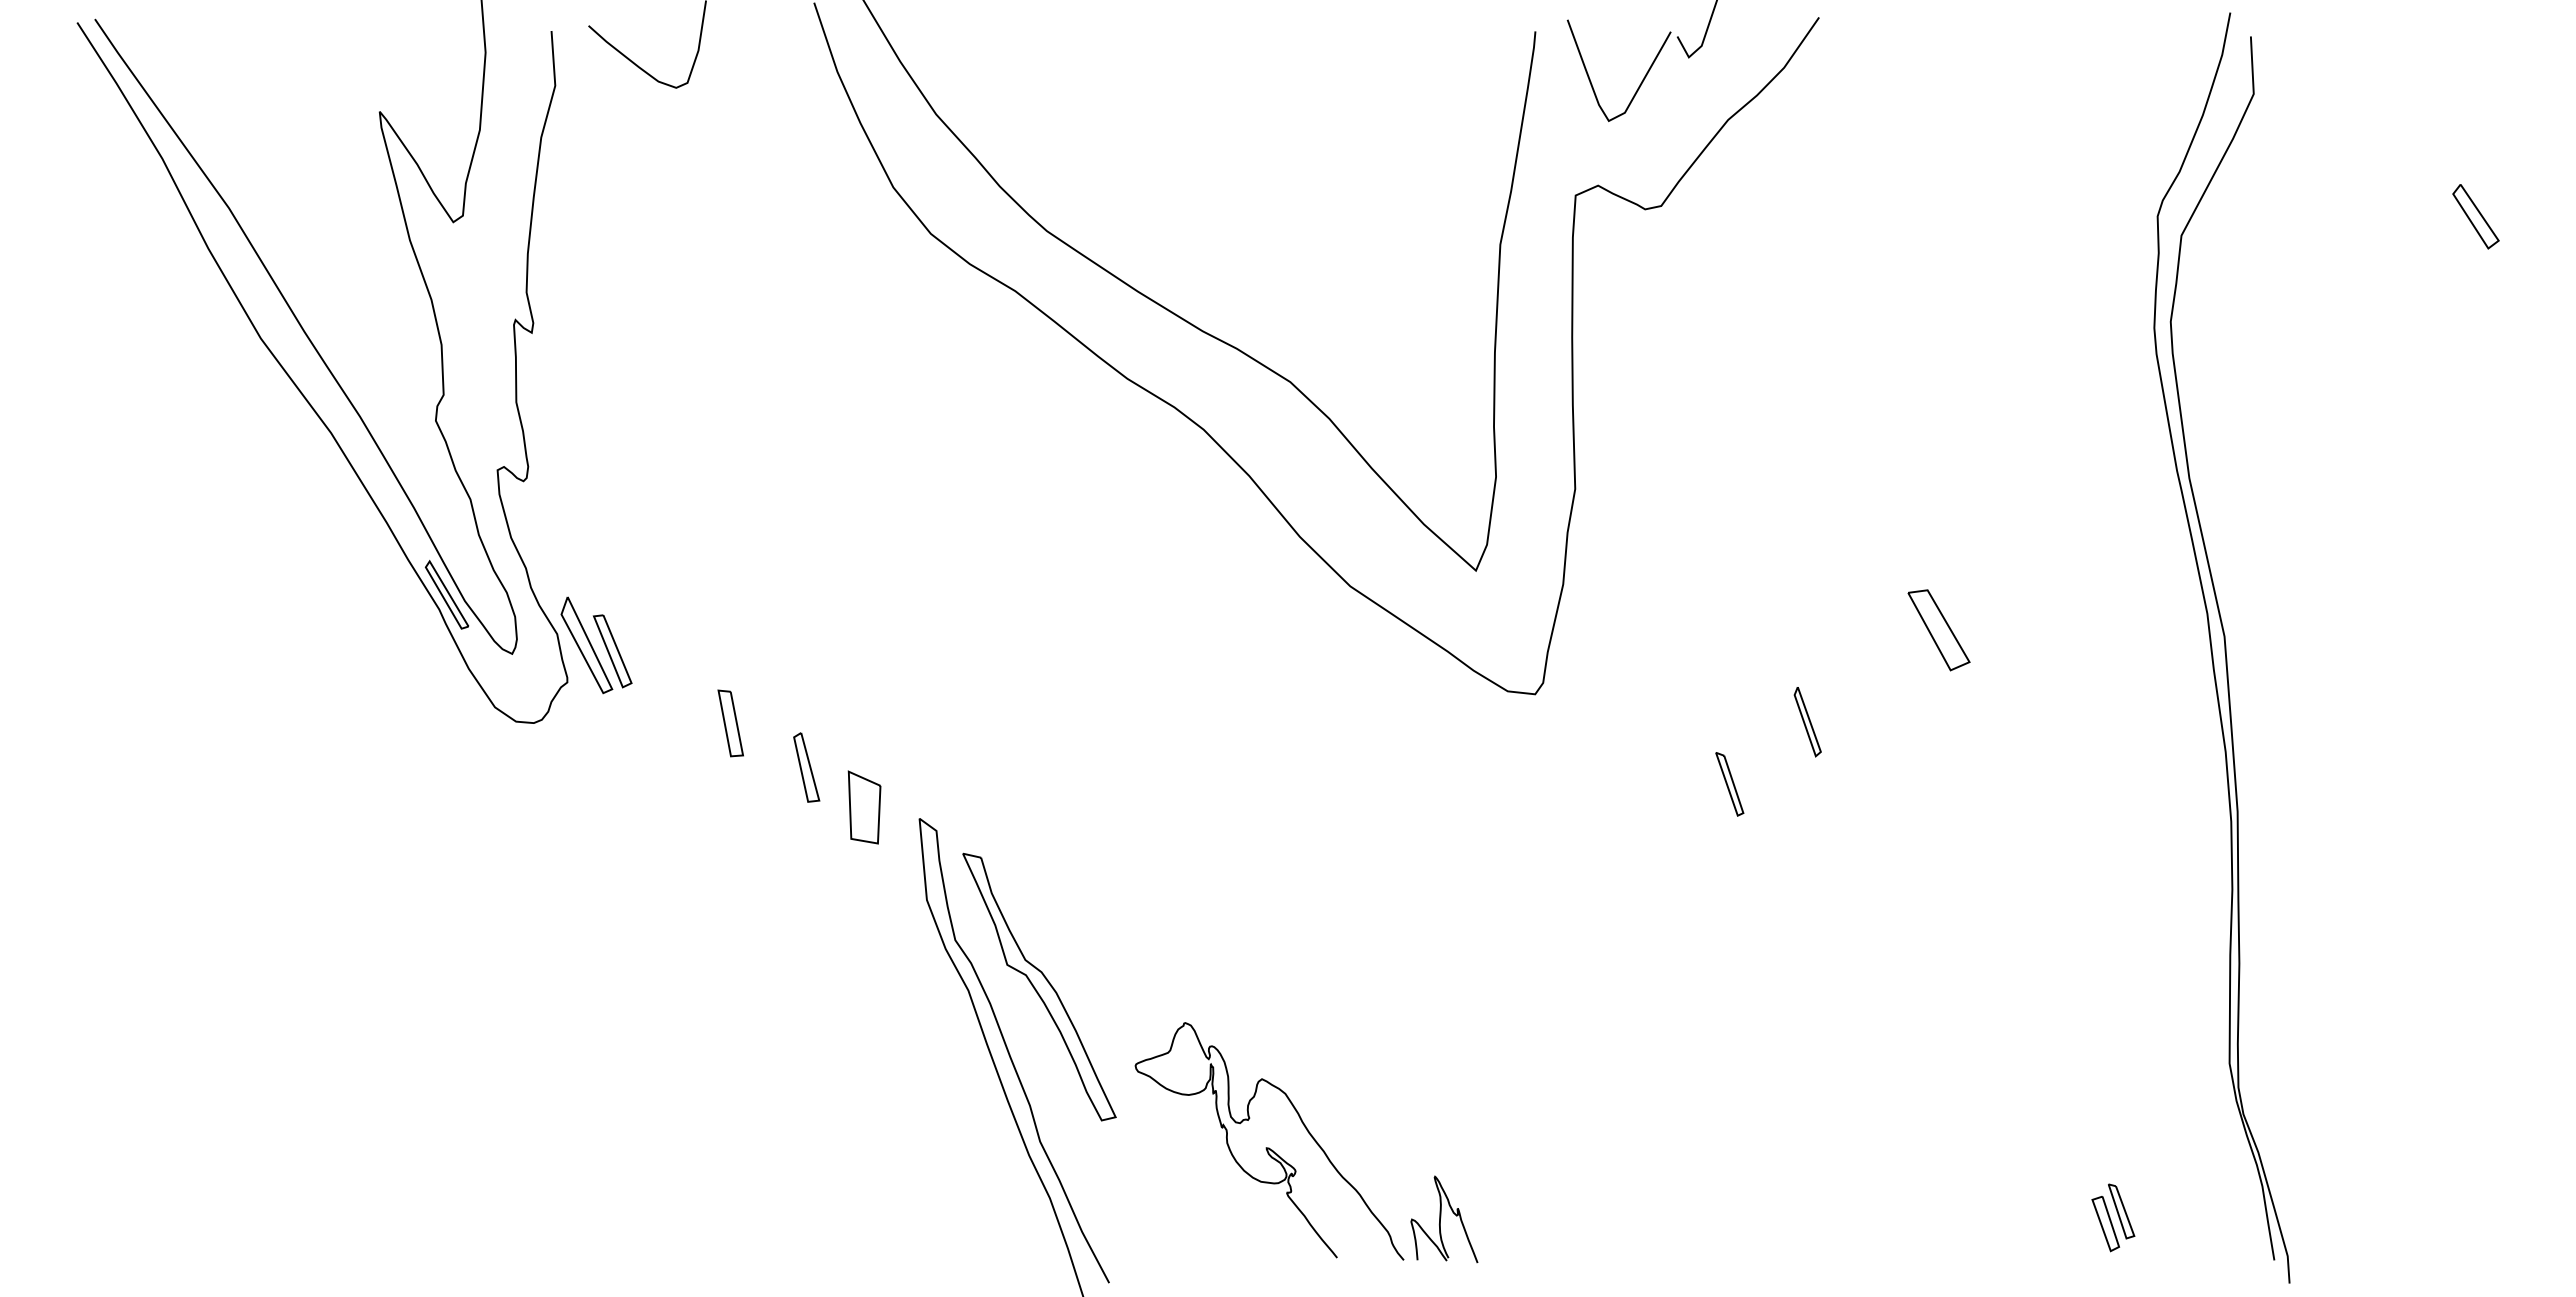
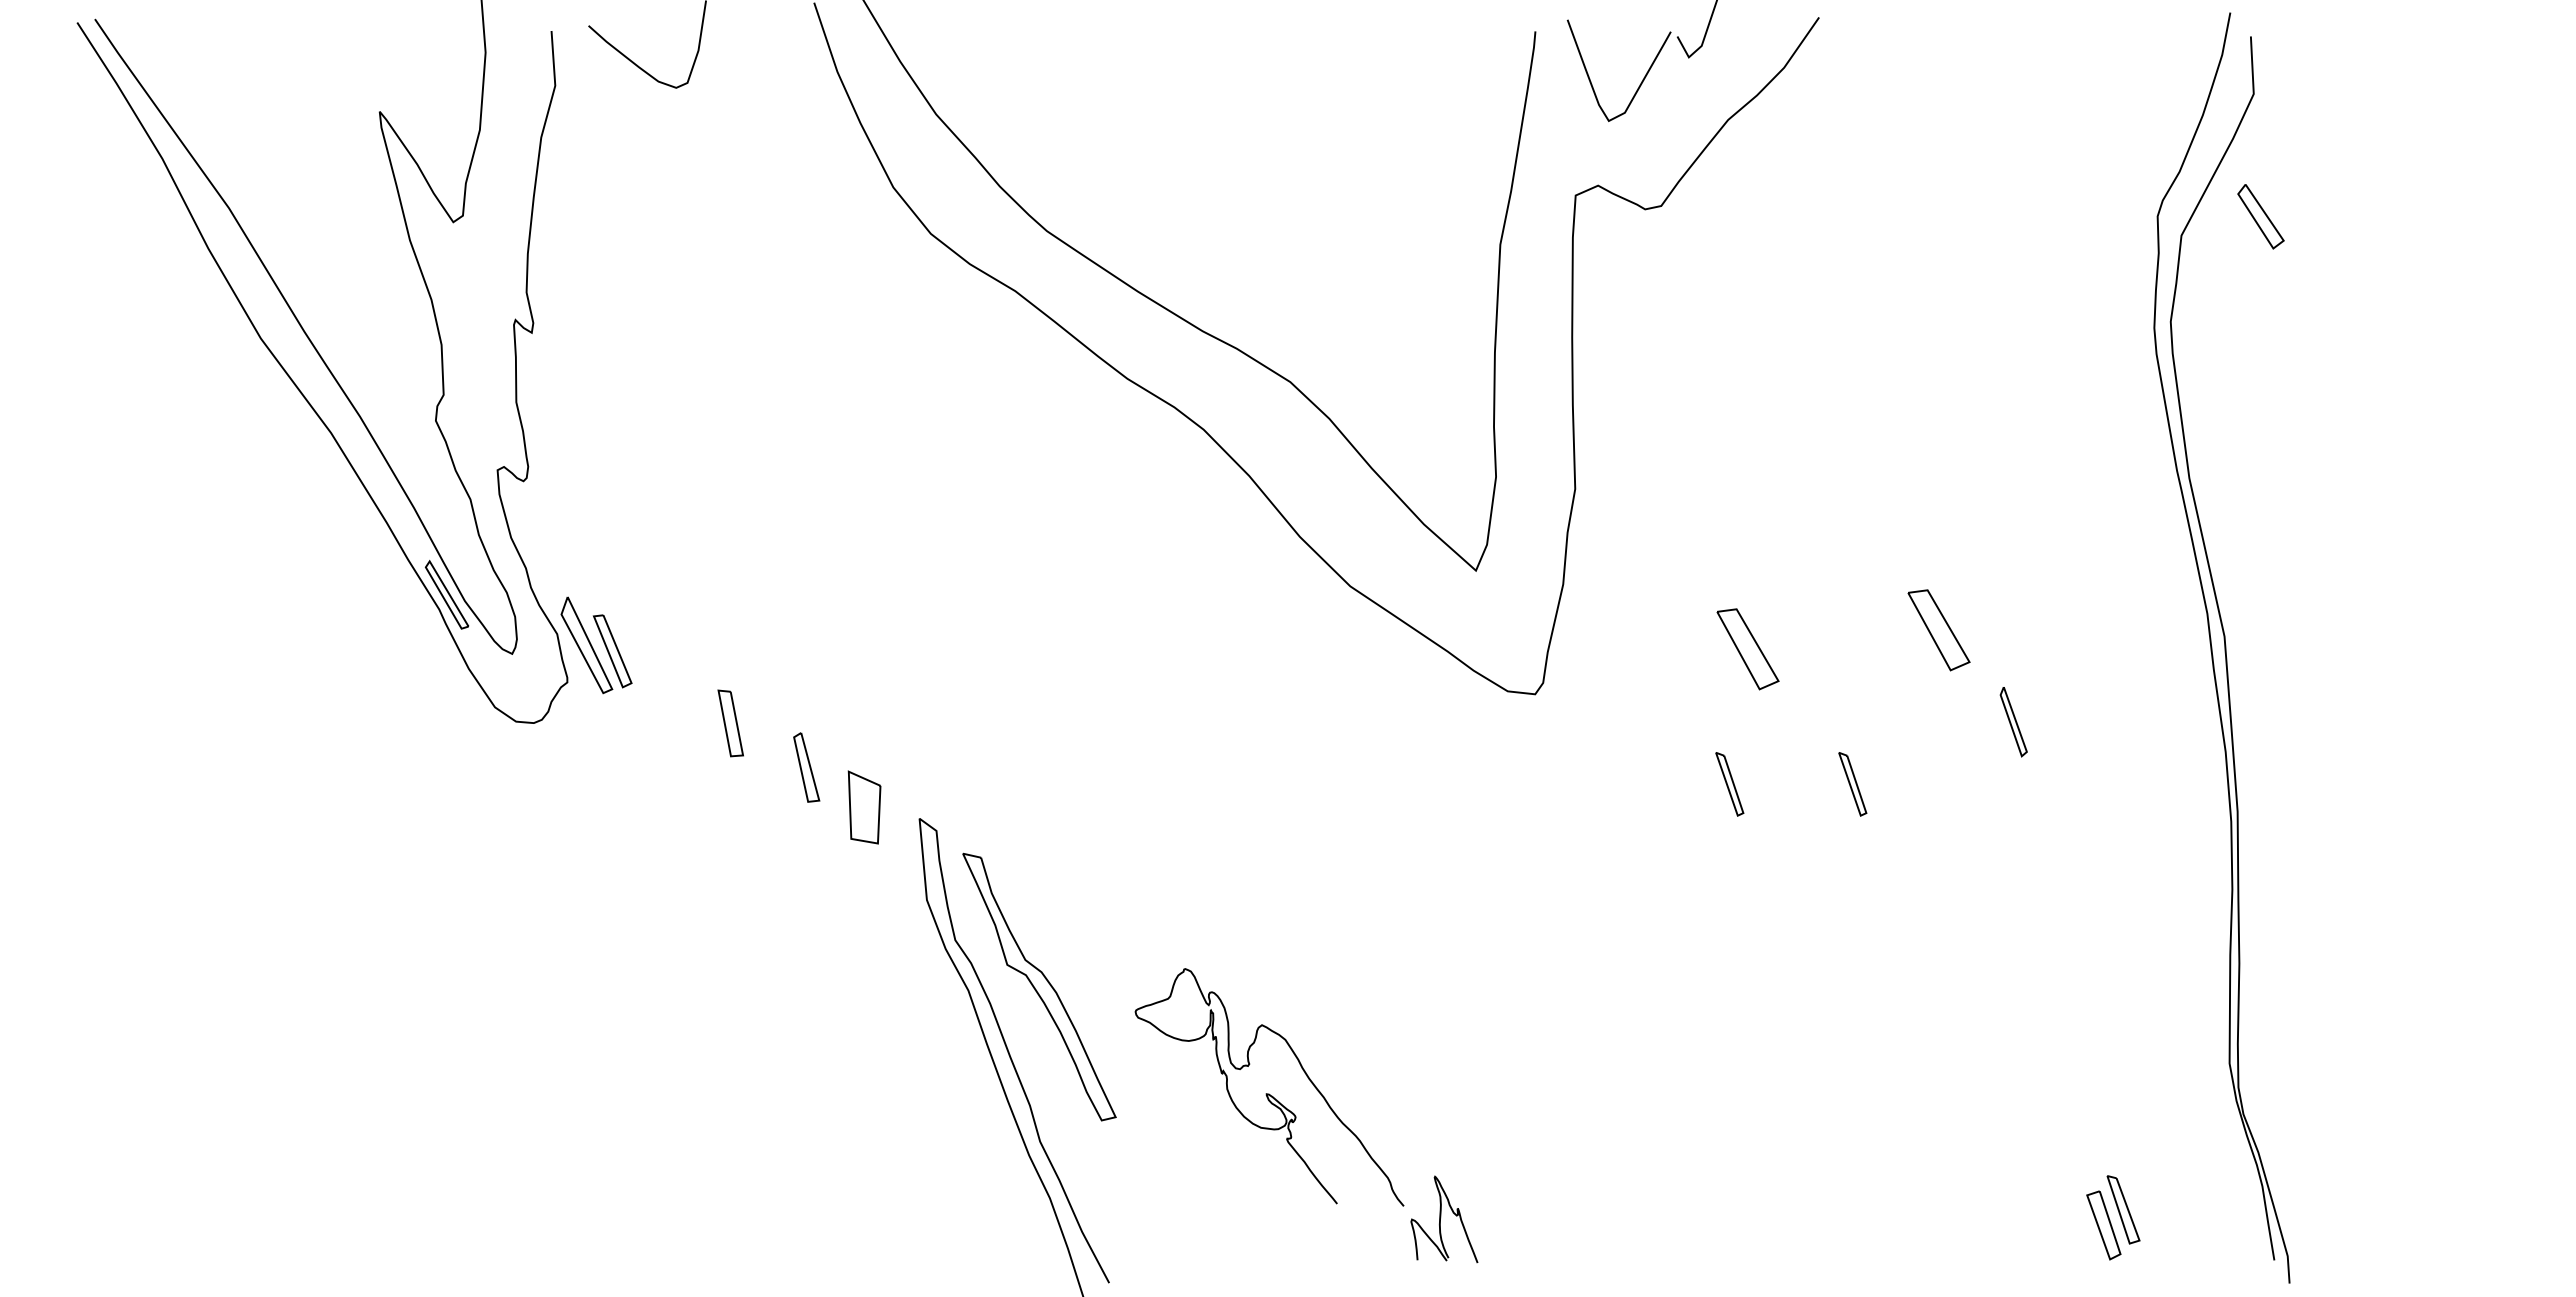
part at (2475, 216) position: (2475, 216) -> (2260, 216)
part at (1747, 649): none -> present
part at (1807, 722) position: (1807, 722) -> (2013, 722)
part at (1852, 784): none -> present
curve at (1269, 1147) position: (1269, 1147) -> (1269, 1093)
part at (2113, 1217) size: 45x70 px -> 55x86 px
